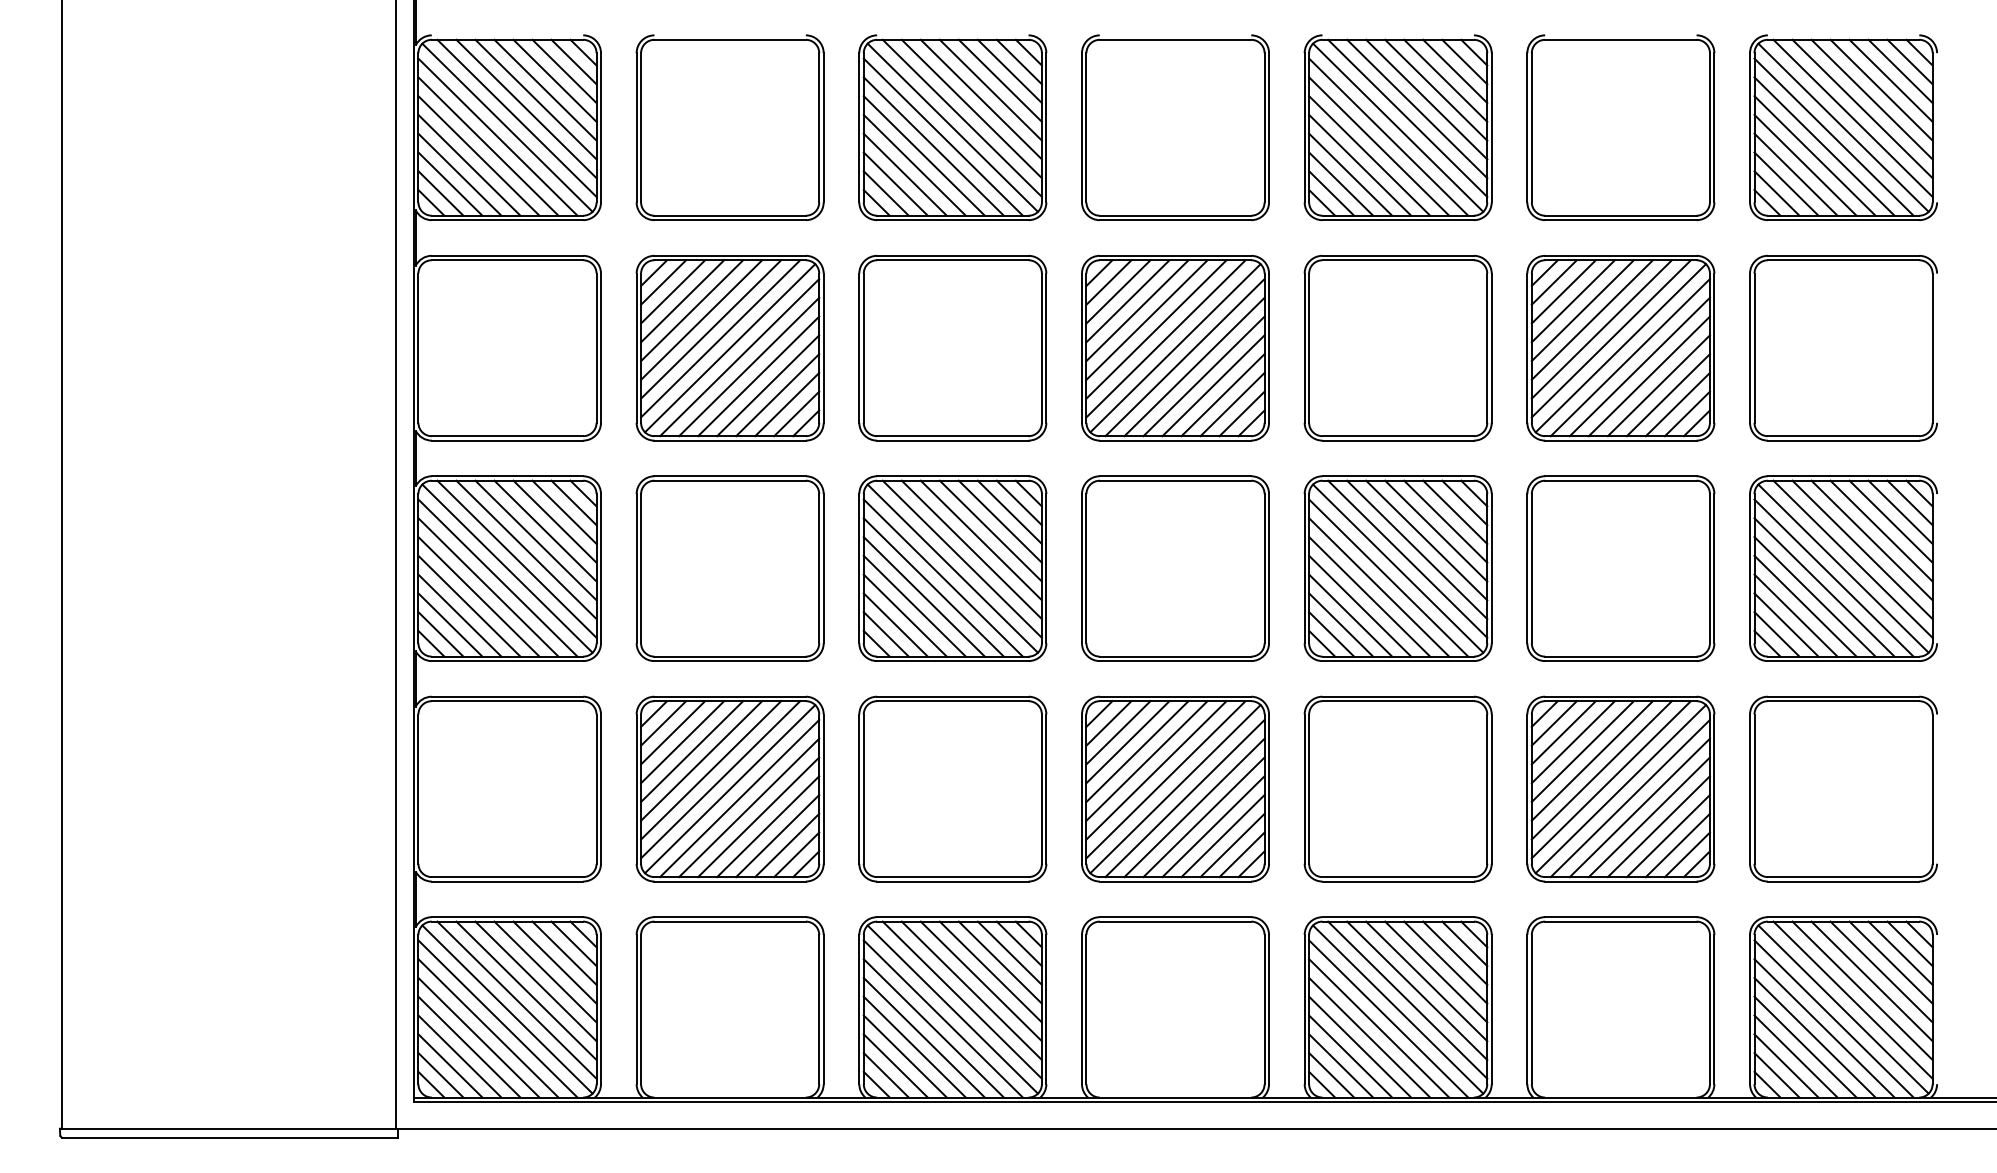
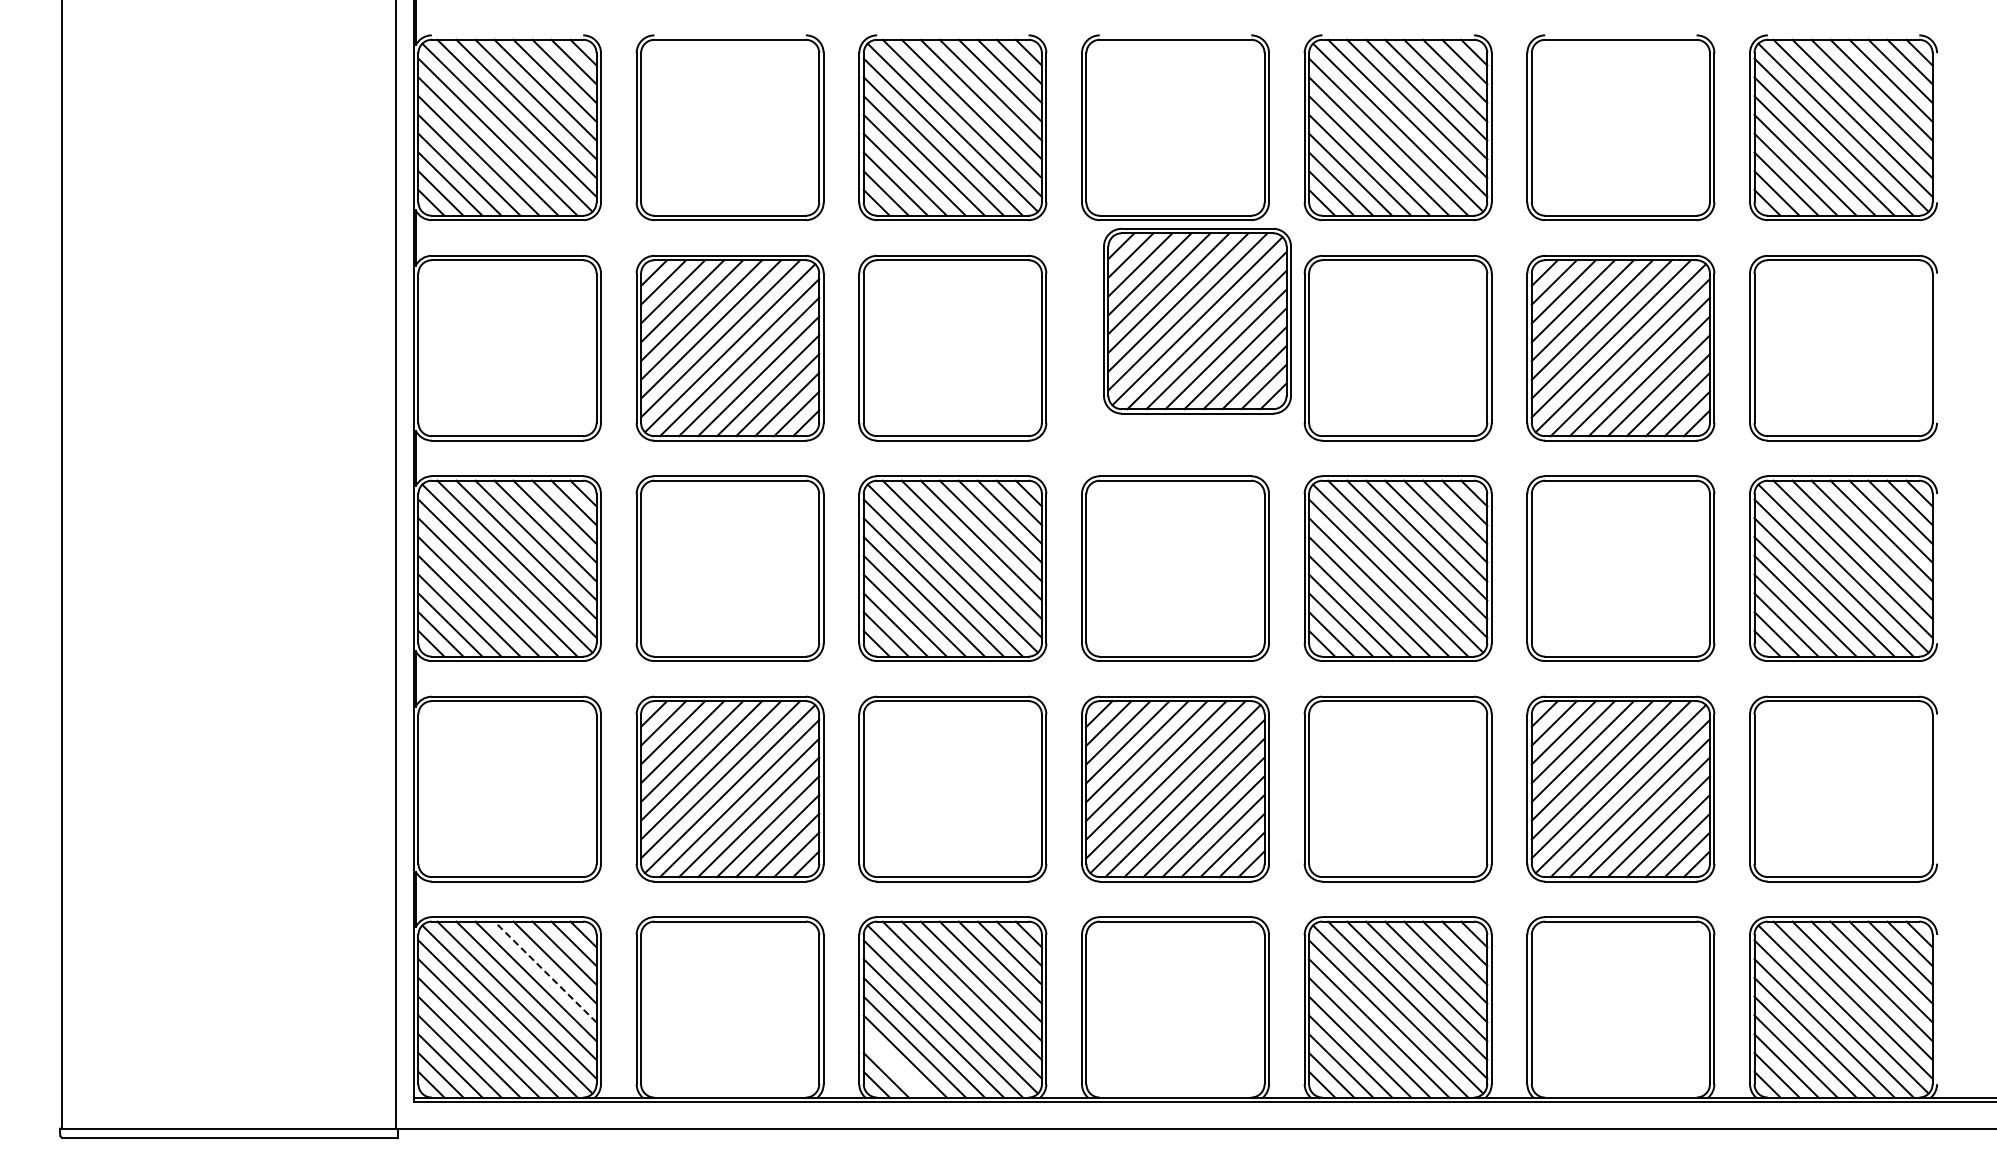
part at (1175, 348) position: (1175, 348) -> (1197, 321)
line at (545, 972): solid -> dashed
line at (895, 1065): present -> none
